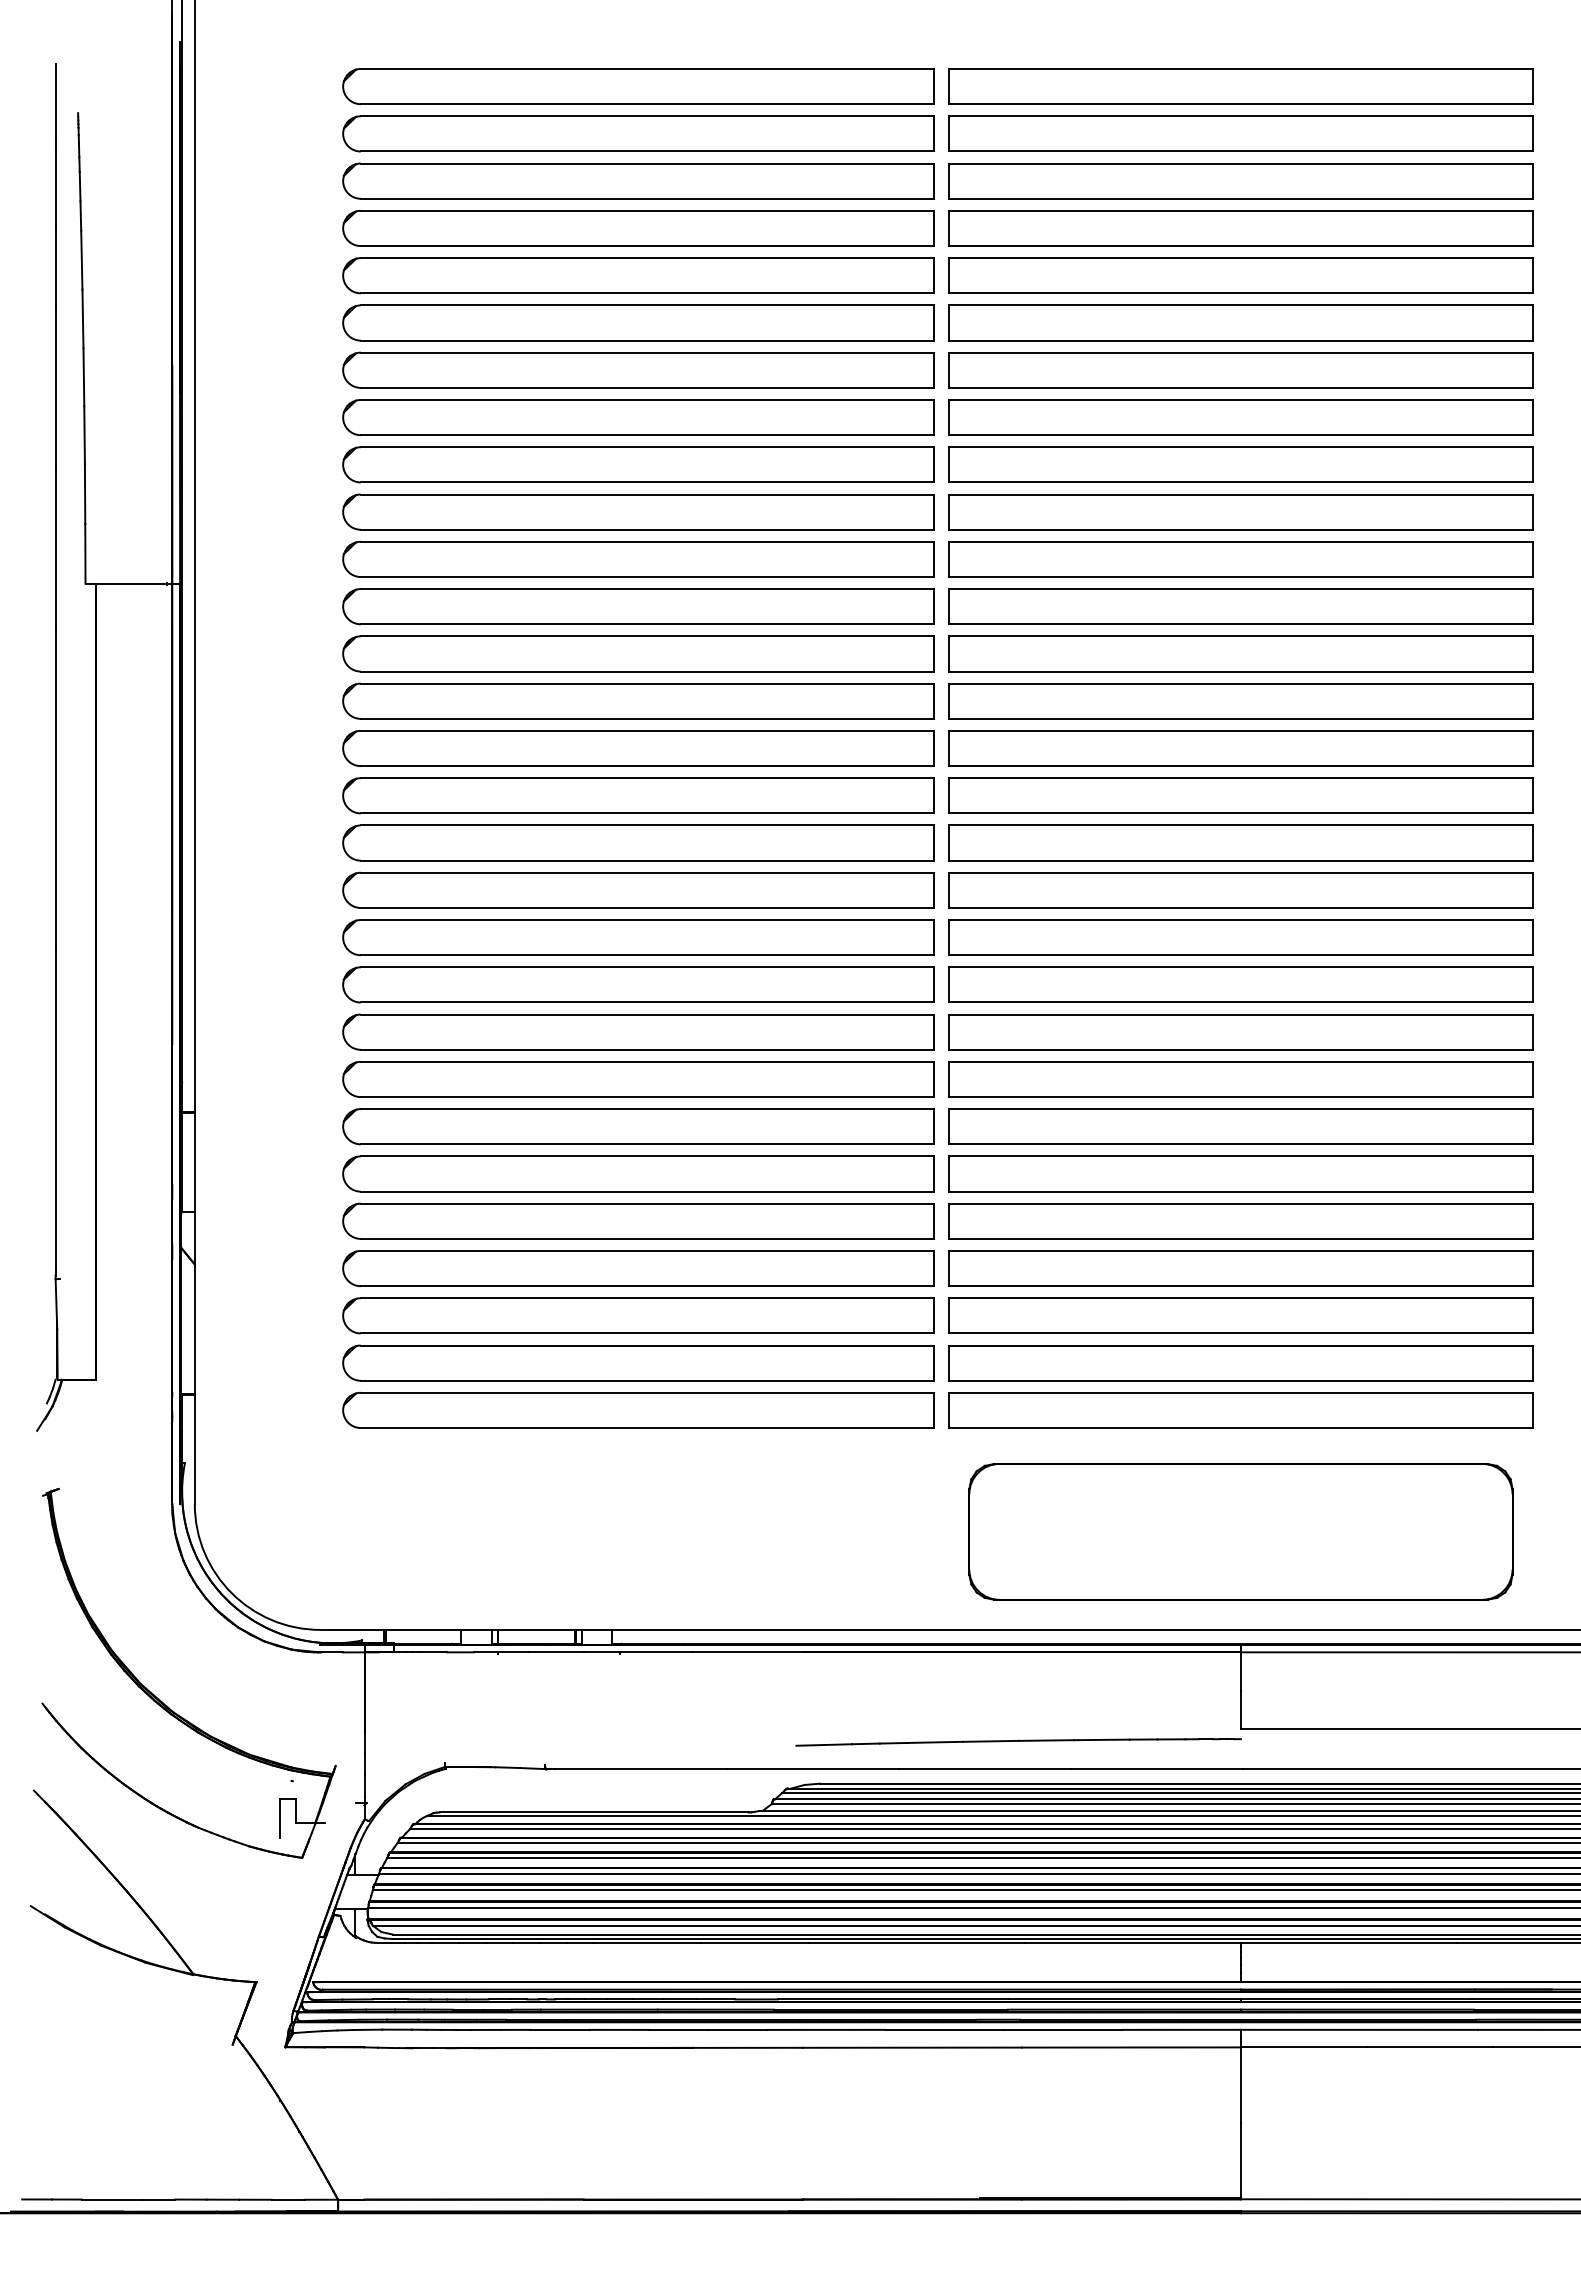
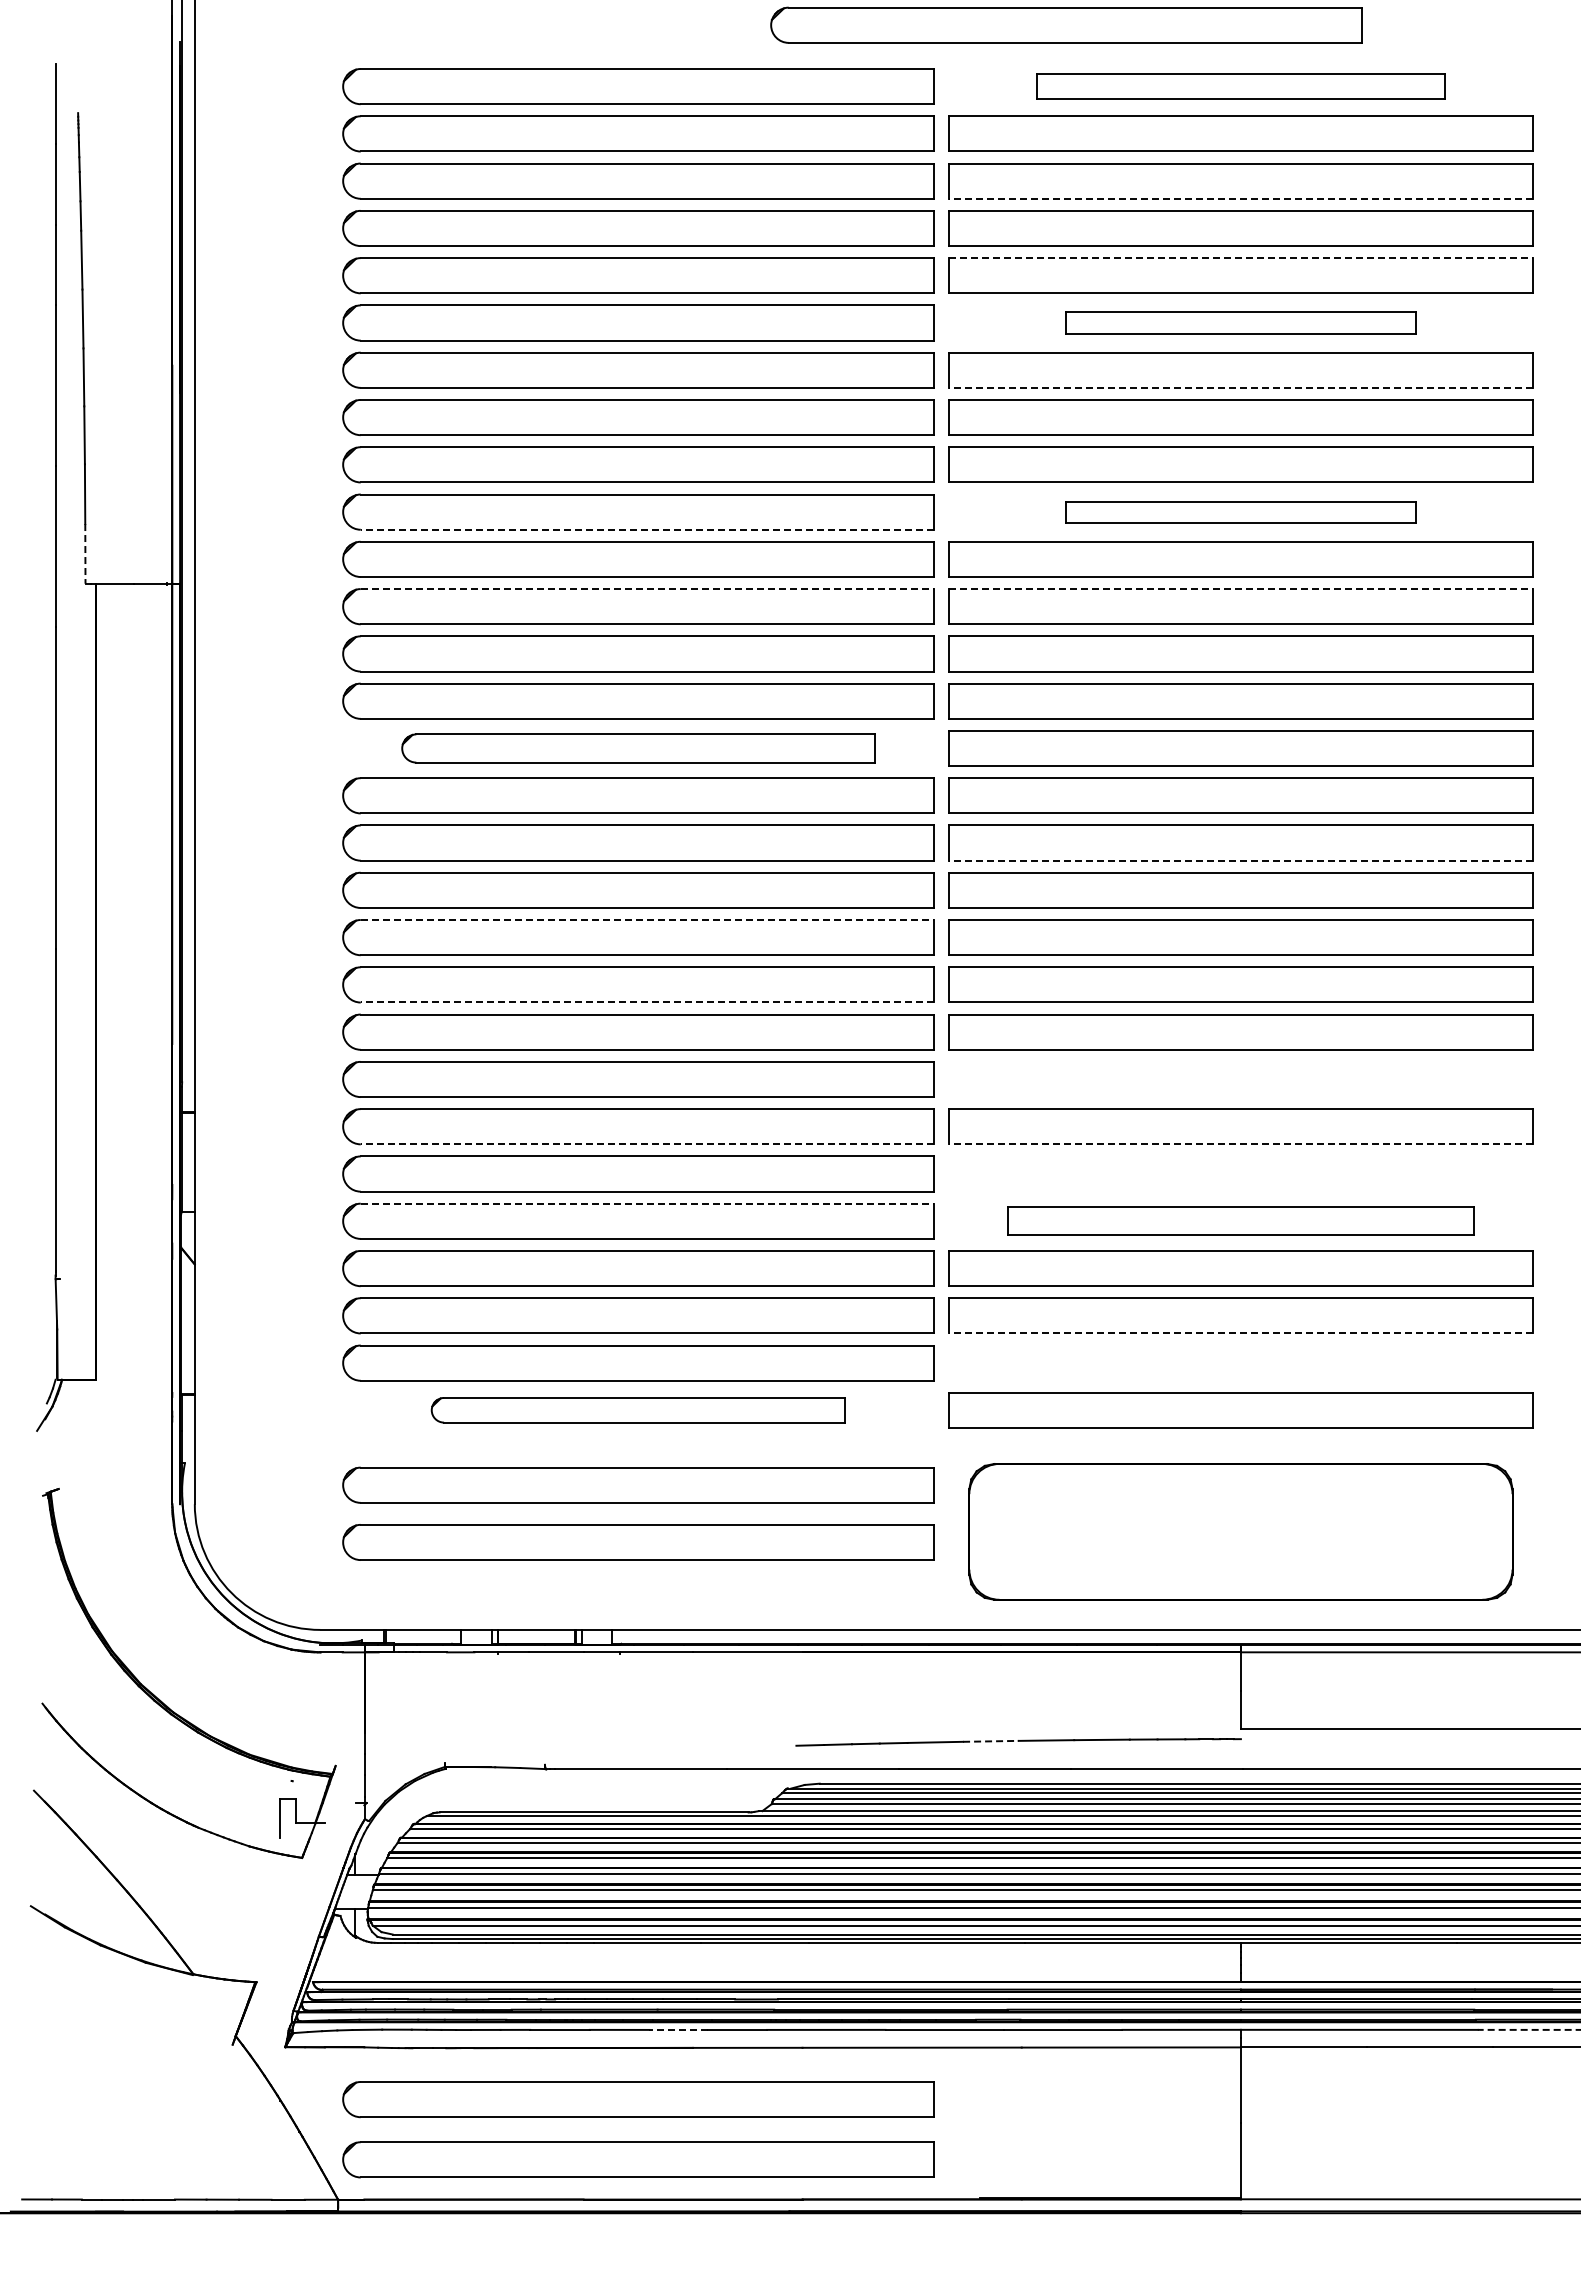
part at (1066, 24): none -> present
part at (1240, 86) size: 586x37 px -> 410x27 px
line at (1240, 198): solid -> dashed
line at (1240, 258): solid -> dashed
part at (1240, 322) size: 586x38 px -> 352x24 px
line at (1240, 387): solid -> dashed
part at (1240, 512) size: 586x37 px -> 352x23 px
line at (647, 529): solid -> dashed
line at (85, 553): solid -> dashed
line at (647, 589): solid -> dashed
line at (1240, 589): solid -> dashed
part at (638, 748) size: 593x37 px -> 475x31 px
line at (1240, 860): solid -> dashed
line at (647, 920): solid -> dashed
line at (647, 1002): solid -> dashed
part at (1240, 1079): present -> none
line at (647, 1144): solid -> dashed
line at (1240, 1144): solid -> dashed
part at (1240, 1173): present -> none
line at (647, 1203): solid -> dashed
part at (1240, 1221) size: 586x37 px -> 468x30 px
line at (1240, 1333): solid -> dashed
part at (1240, 1363): present -> none
part at (638, 1409) size: 593x38 px -> 416x27 px
part at (638, 1484): none -> present
part at (638, 1542): none -> present
line at (990, 1741): solid -> dashed
line at (678, 2029): solid -> dashed
line at (1528, 2029): solid -> dashed
part at (638, 2099): none -> present
part at (638, 2159): none -> present
